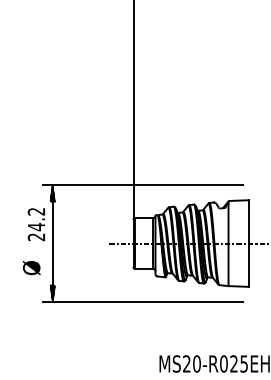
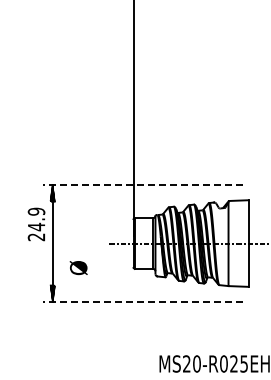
line at (142, 184): solid -> dashed
text at (36, 211): 24.2 -> 24.9
text at (31, 268) position: (31, 268) -> (78, 268)
line at (142, 302): solid -> dashed
